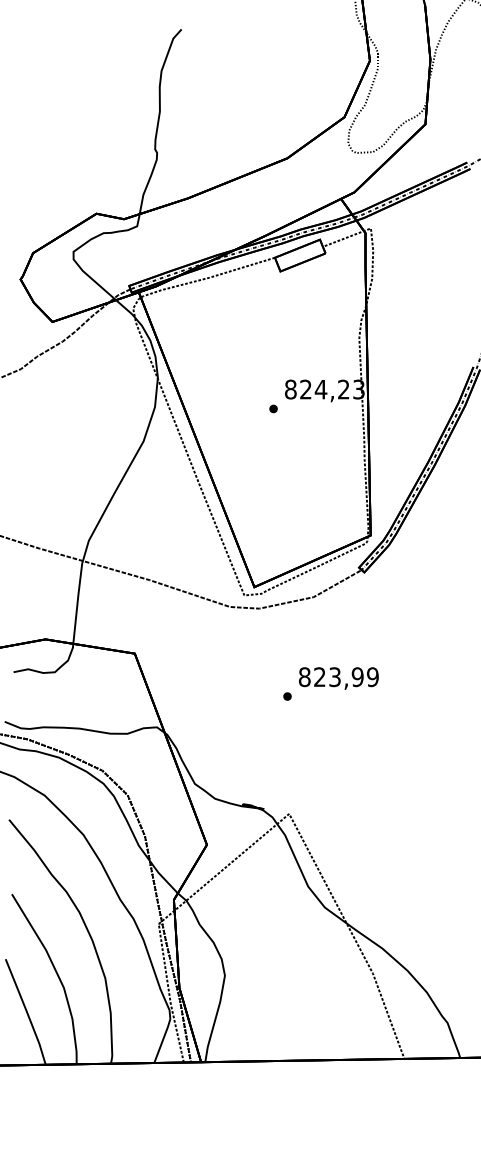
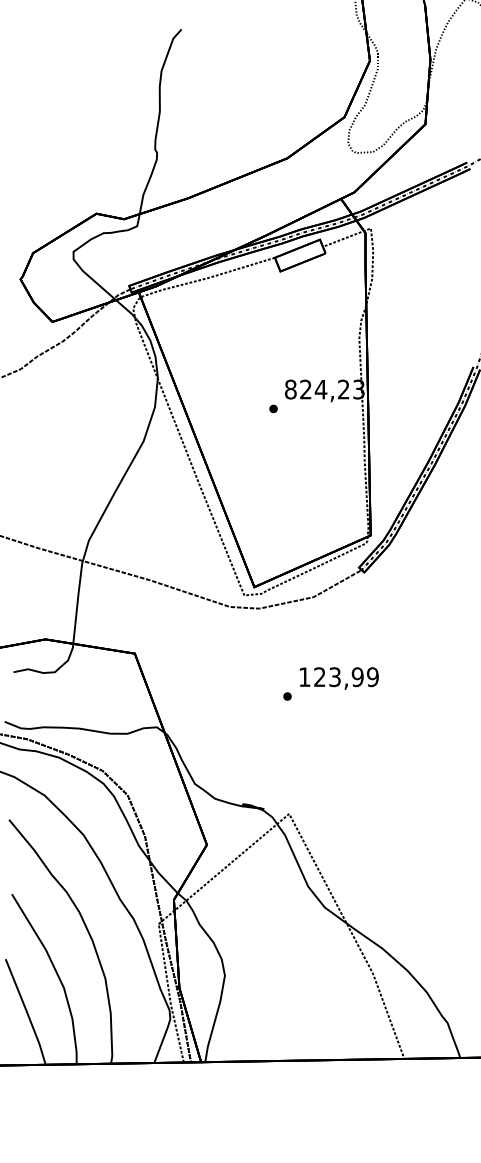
text at (304, 677): 823,99 -> 123,99
